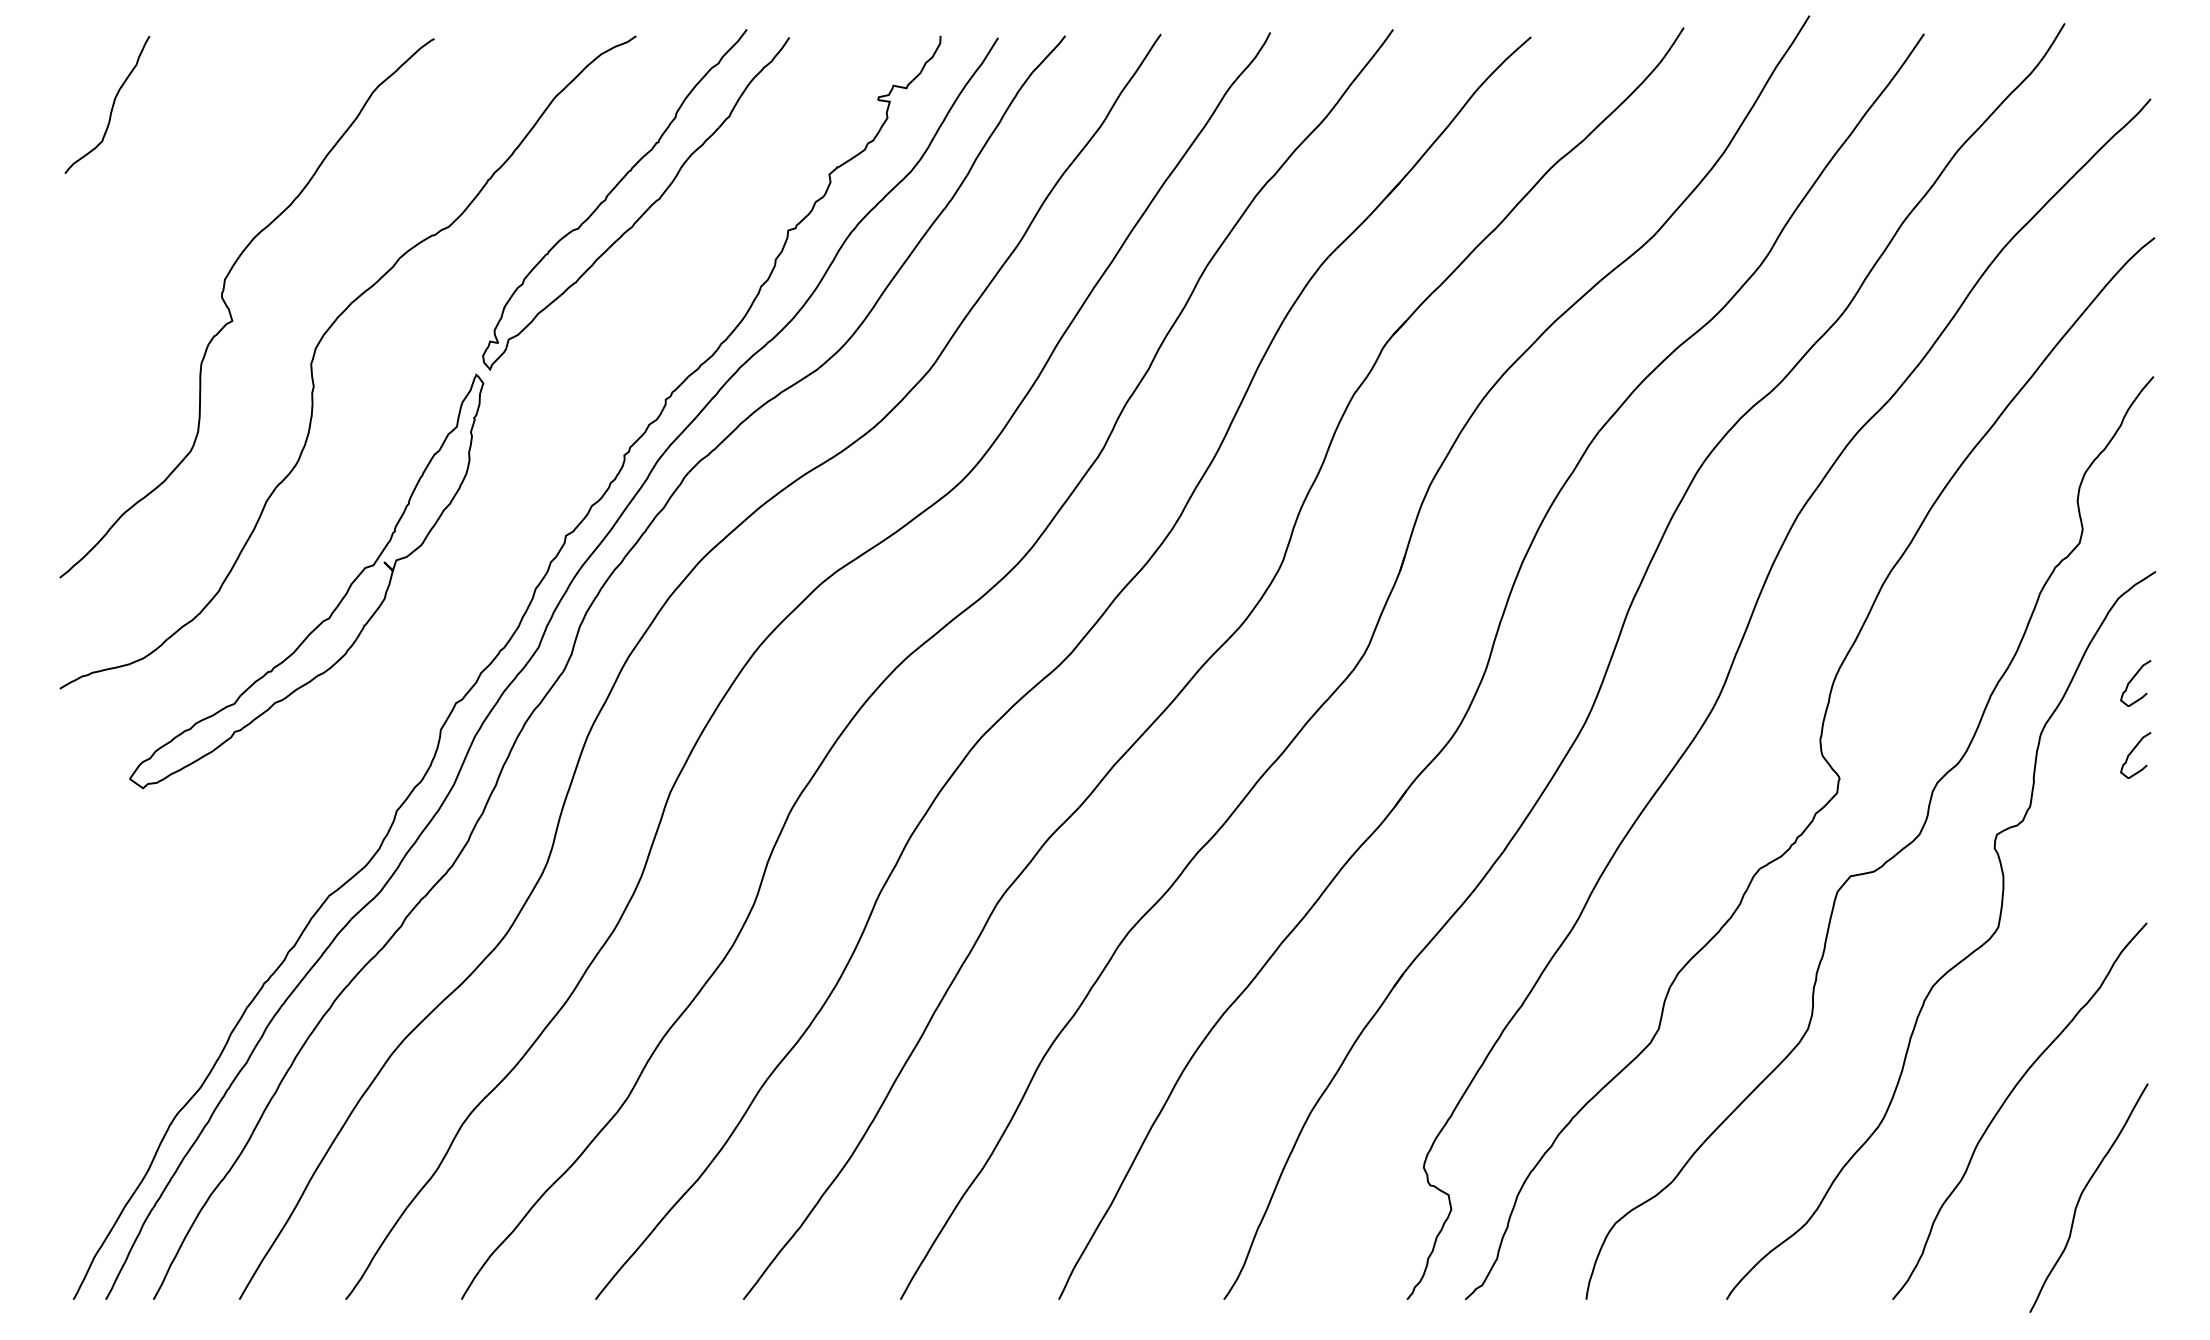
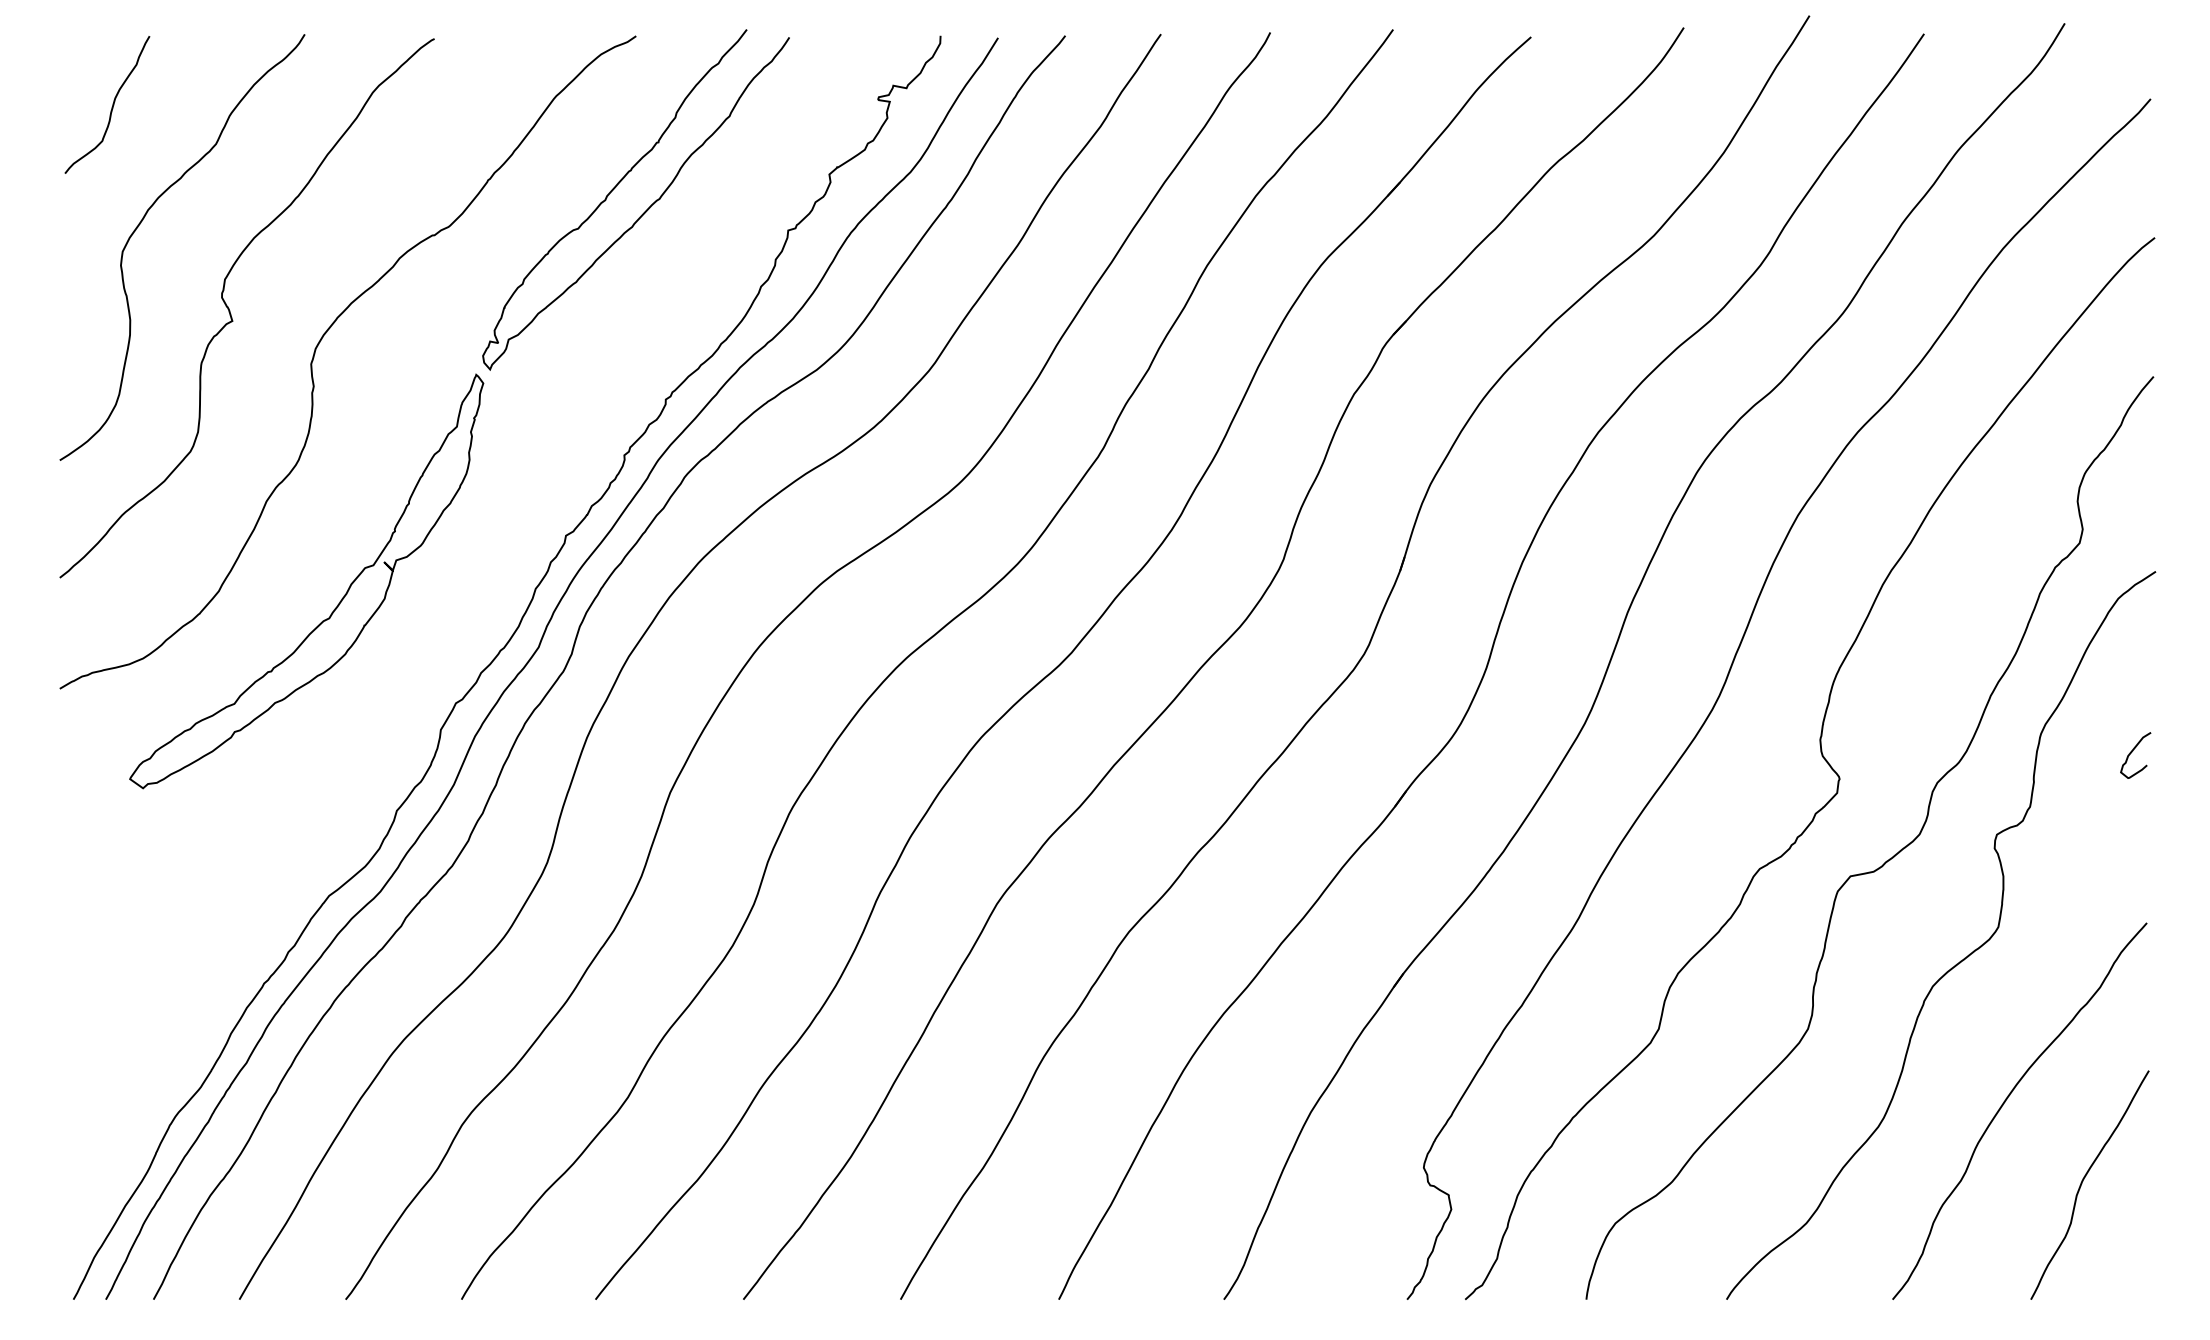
curve at (143, 220): none -> present
curve at (2132, 680): present -> none
curve at (2082, 1194) position: (2082, 1194) -> (2083, 1181)
